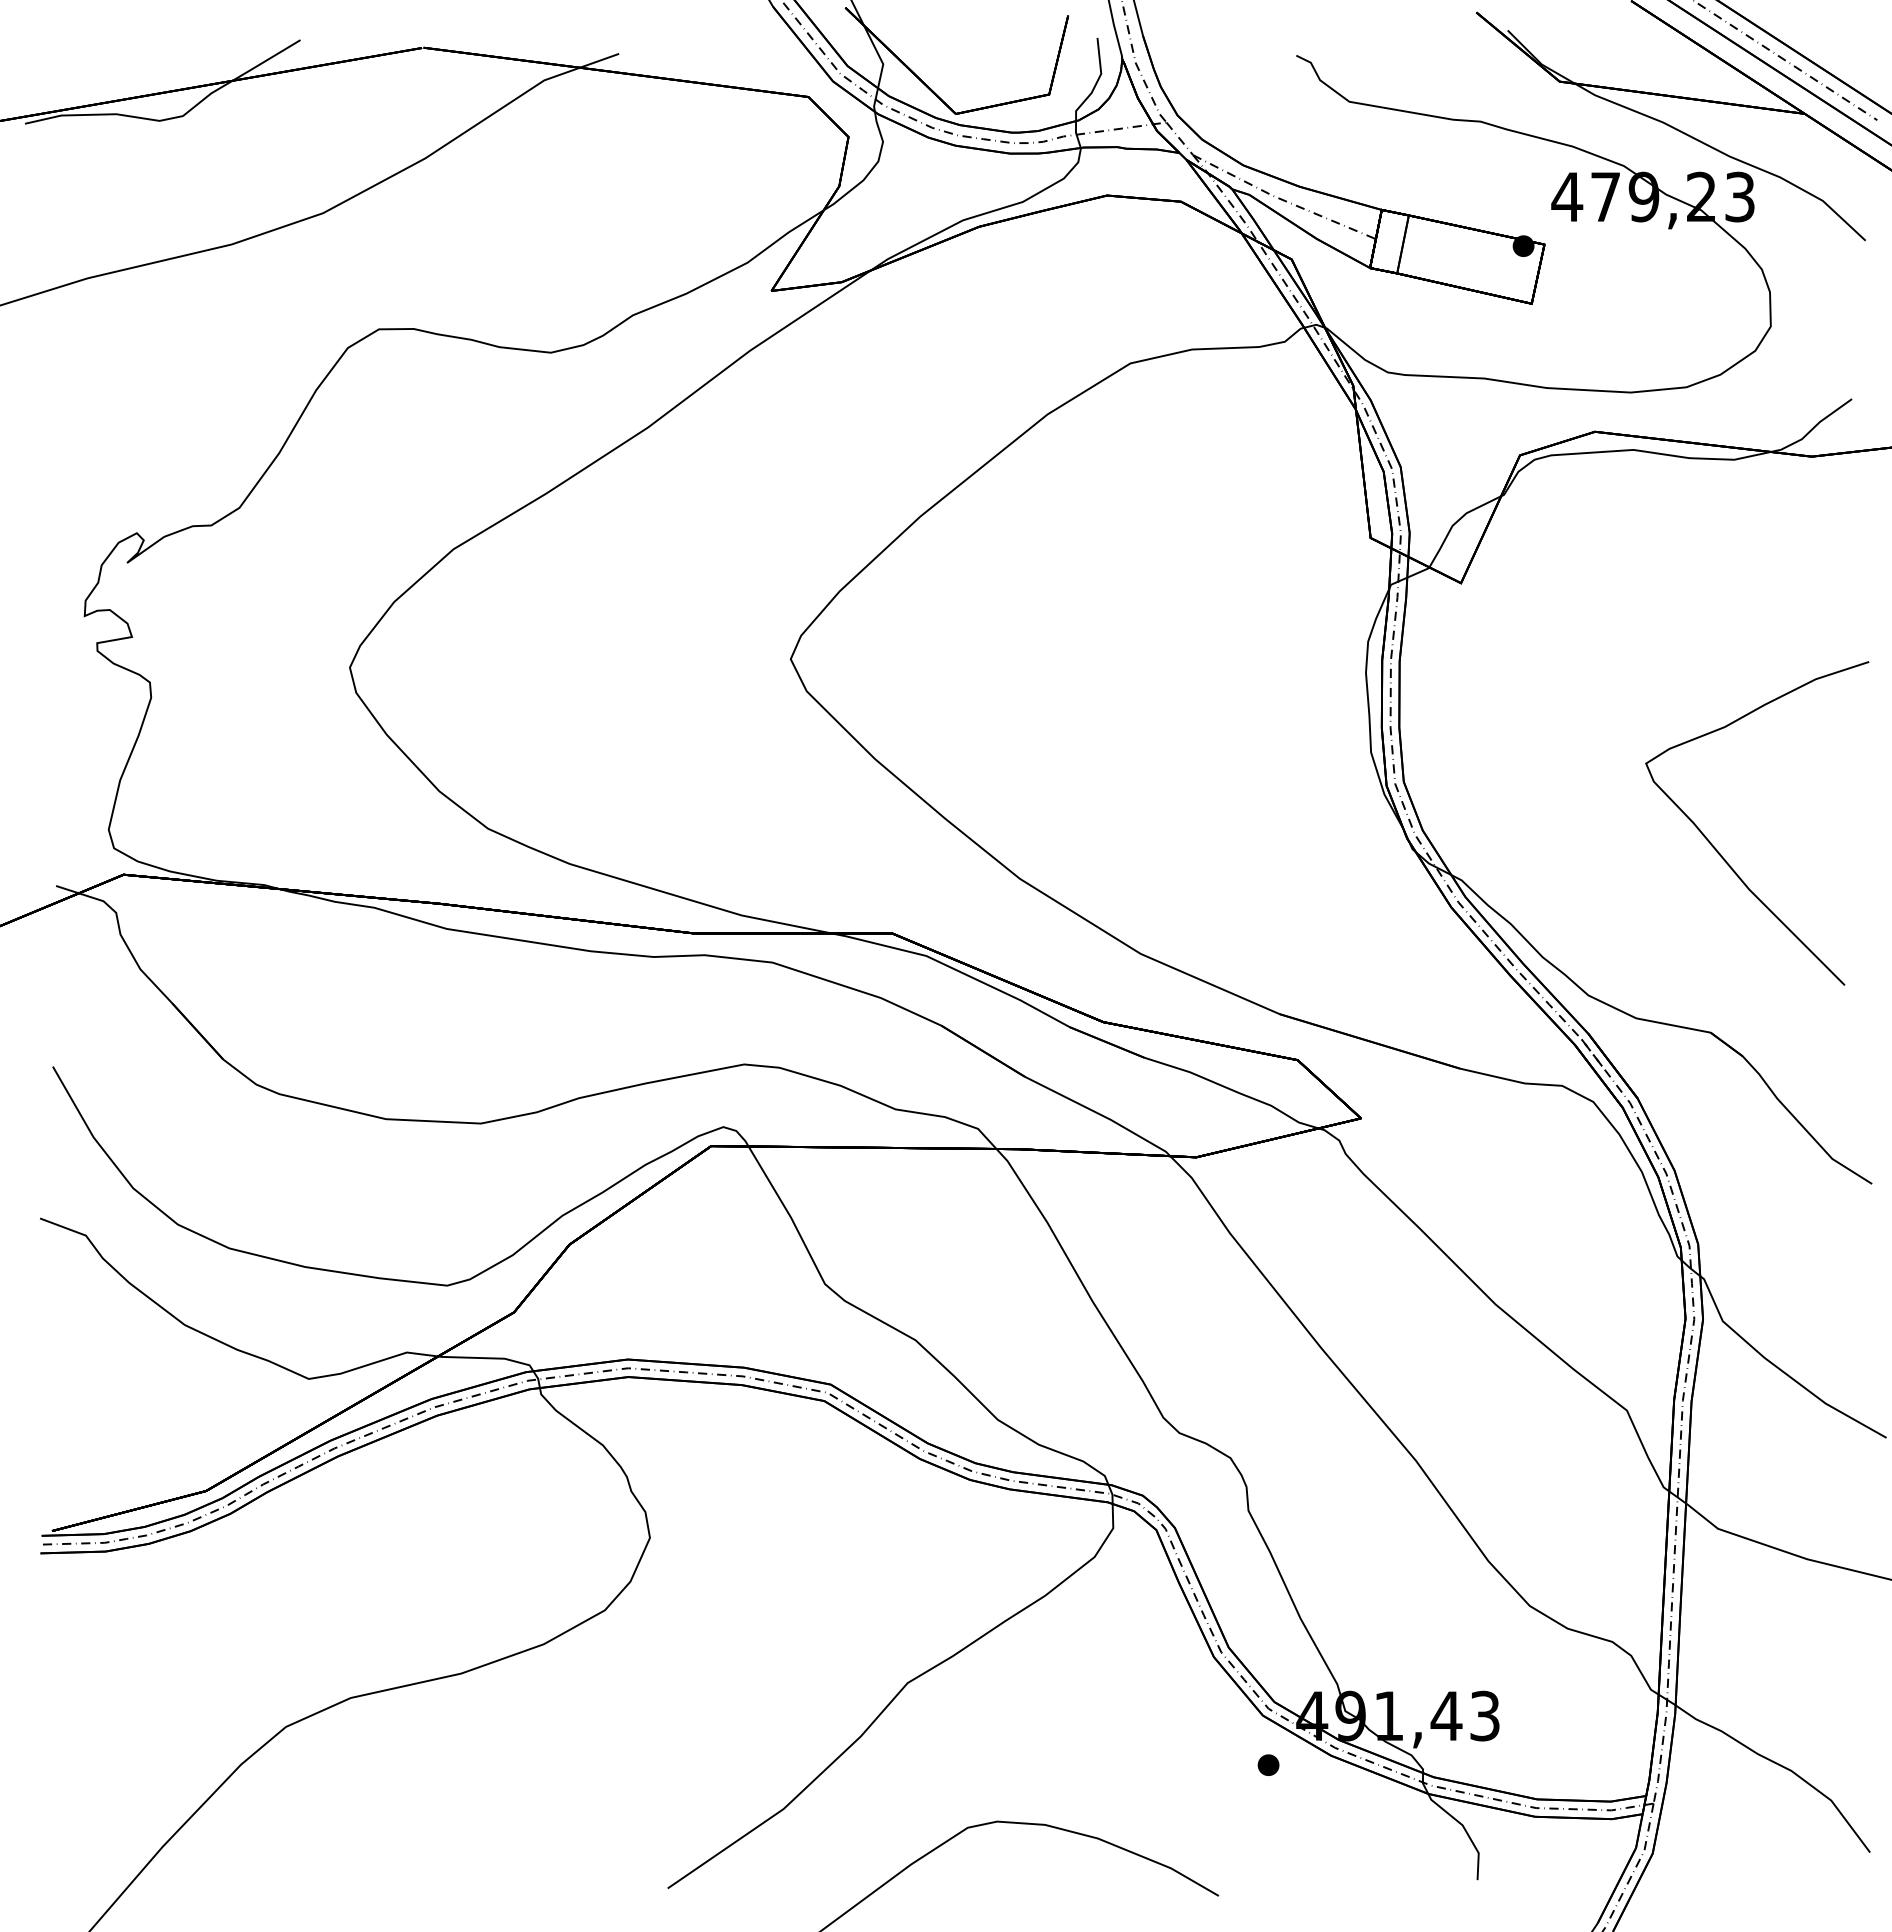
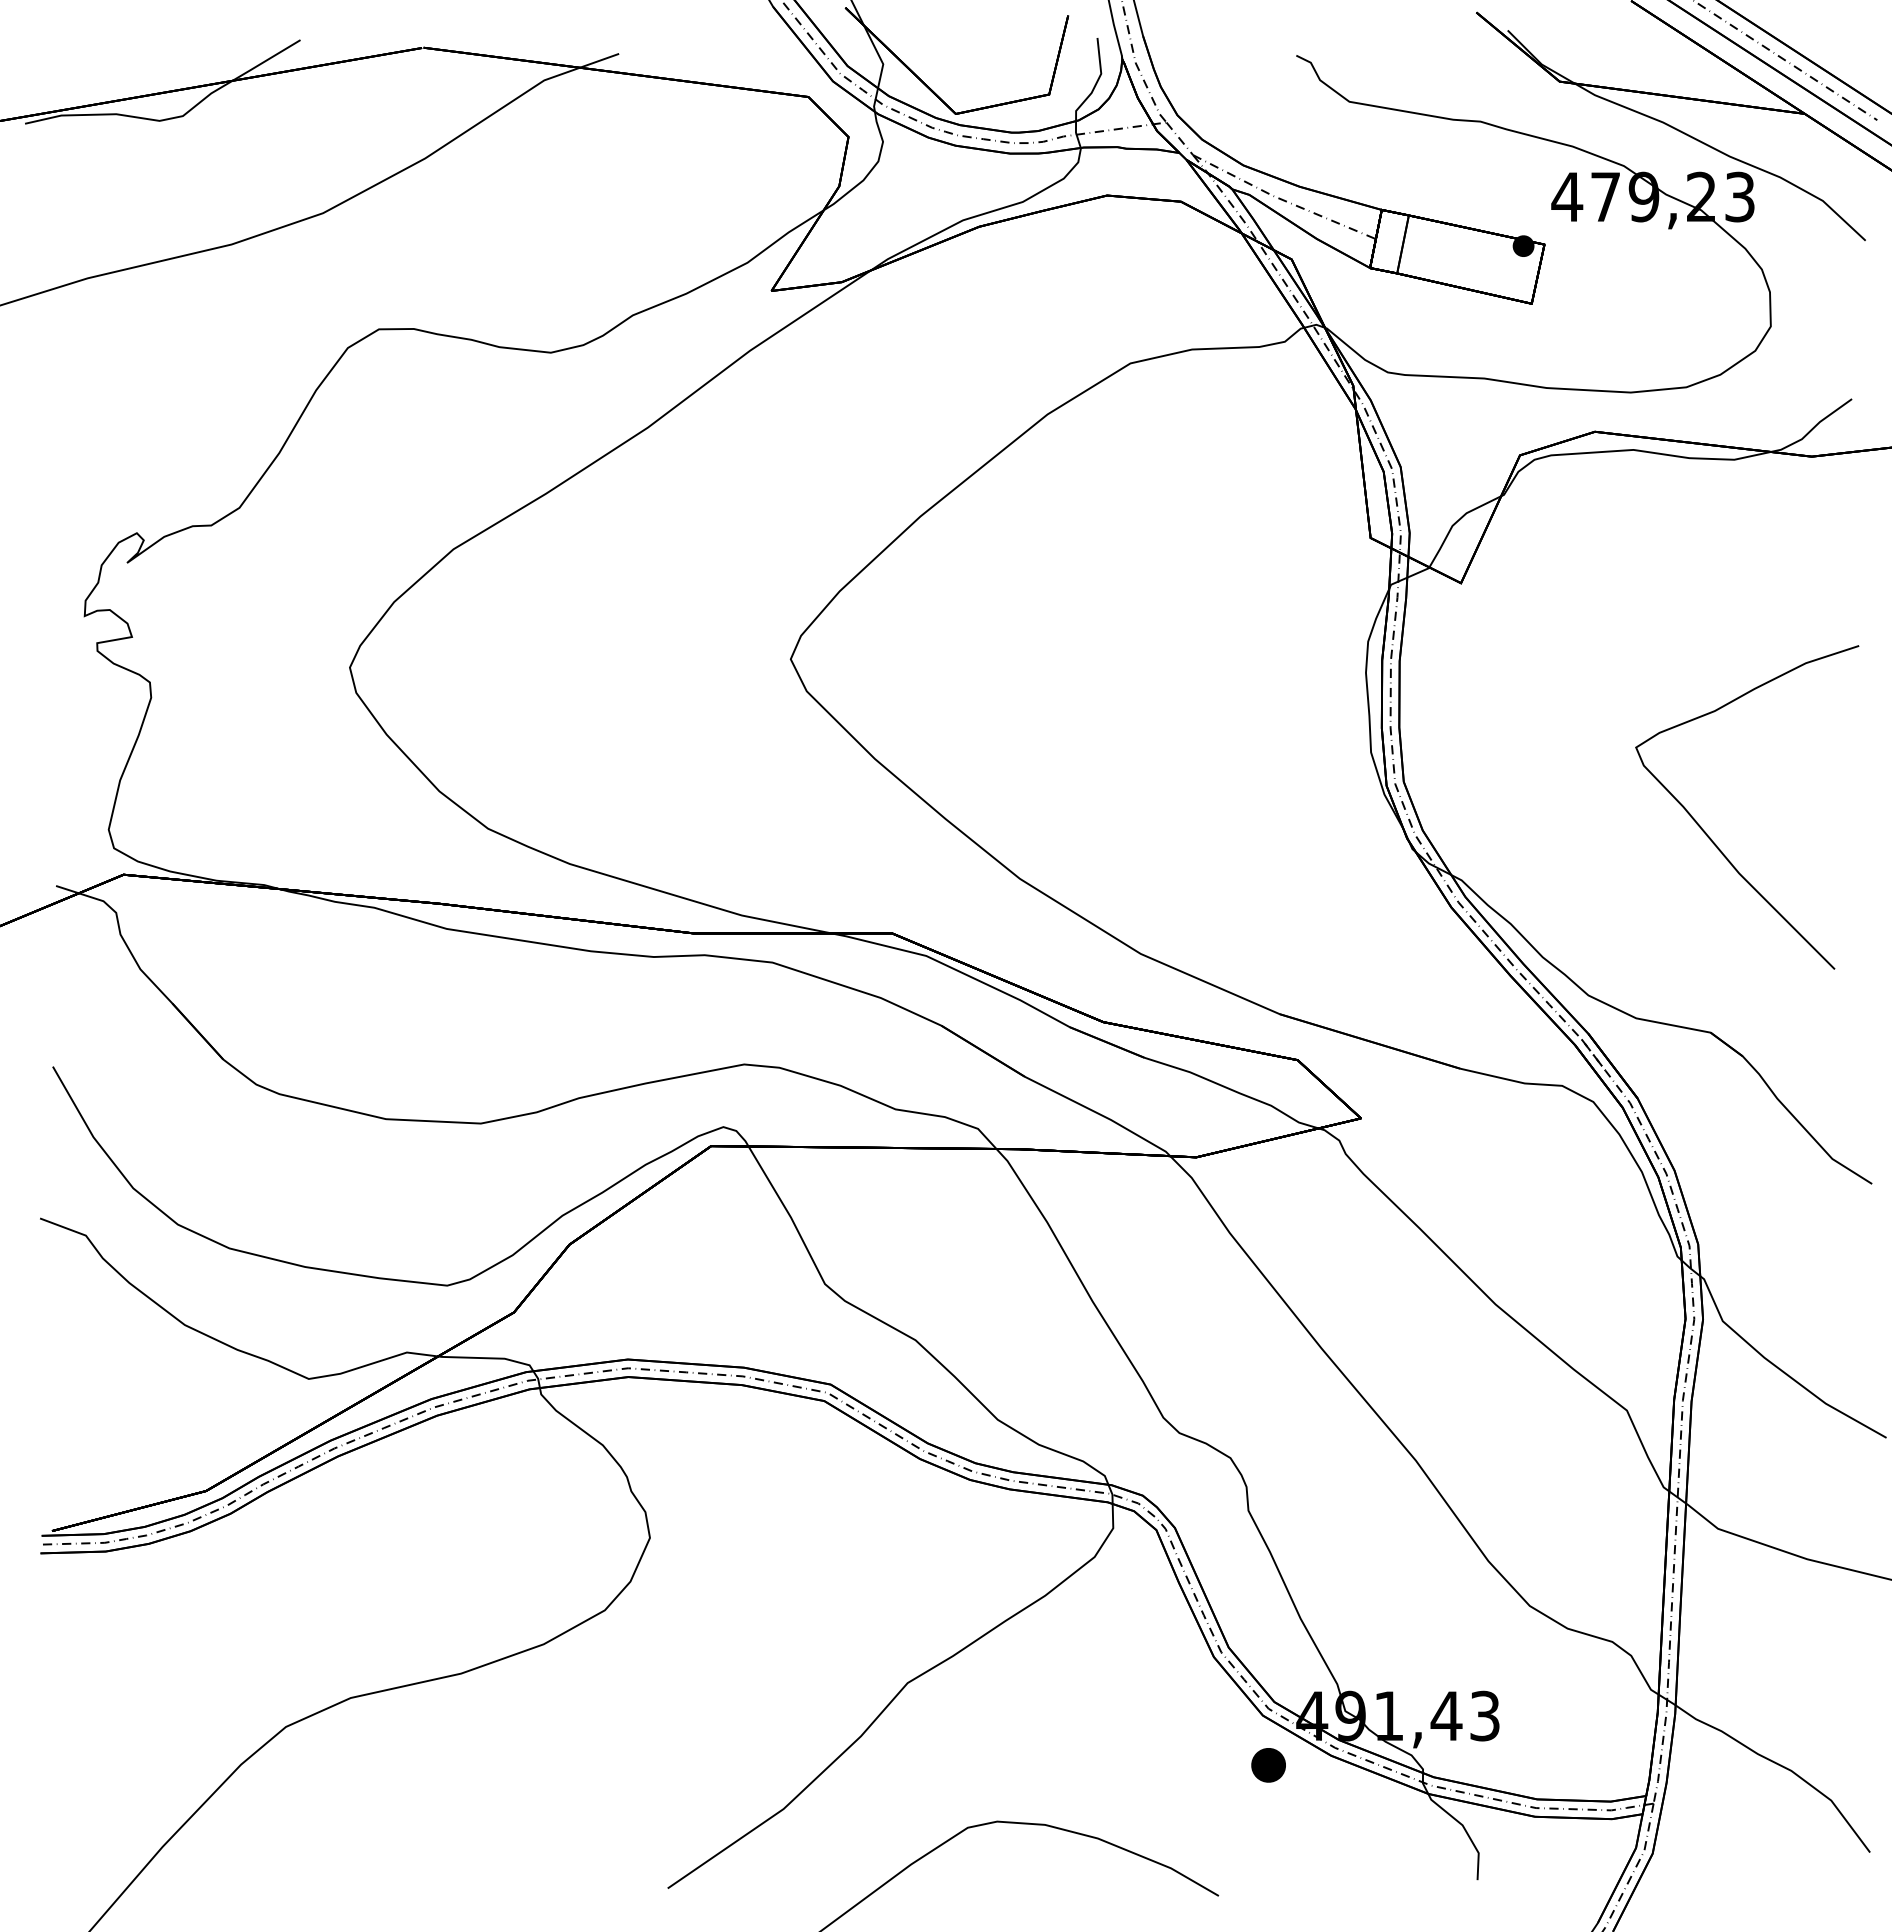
curve at (1721, 854) position: (1721, 854) -> (1711, 838)
part at (1268, 1764) size: 23x22 px -> 35x35 px
